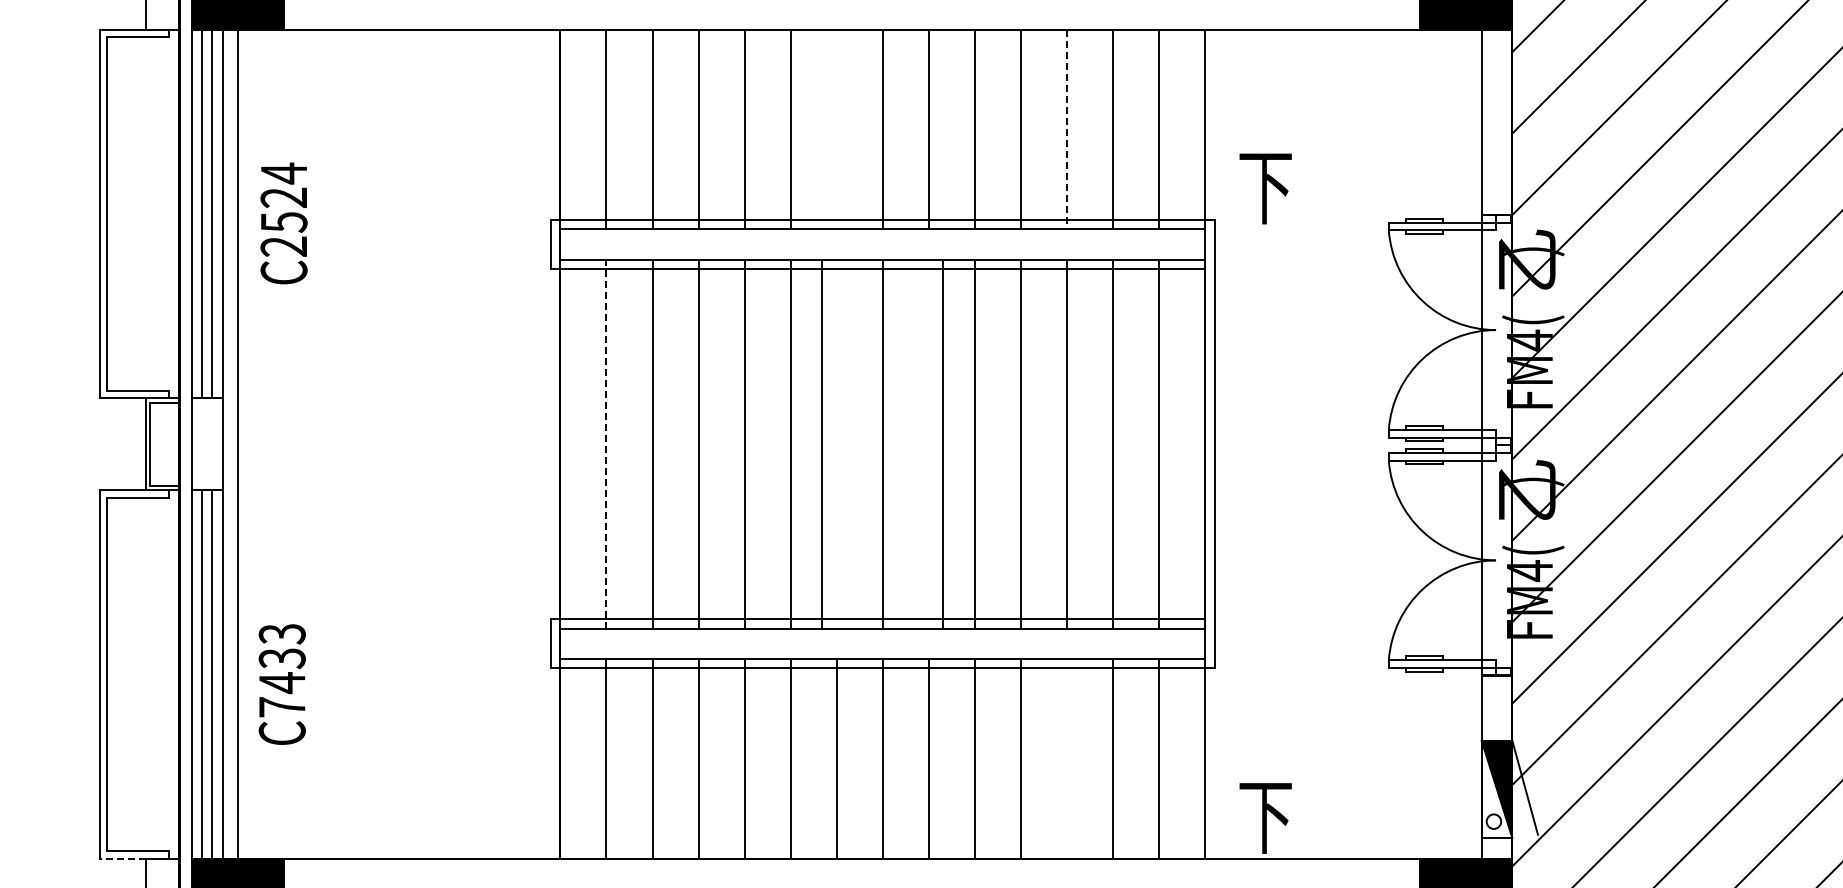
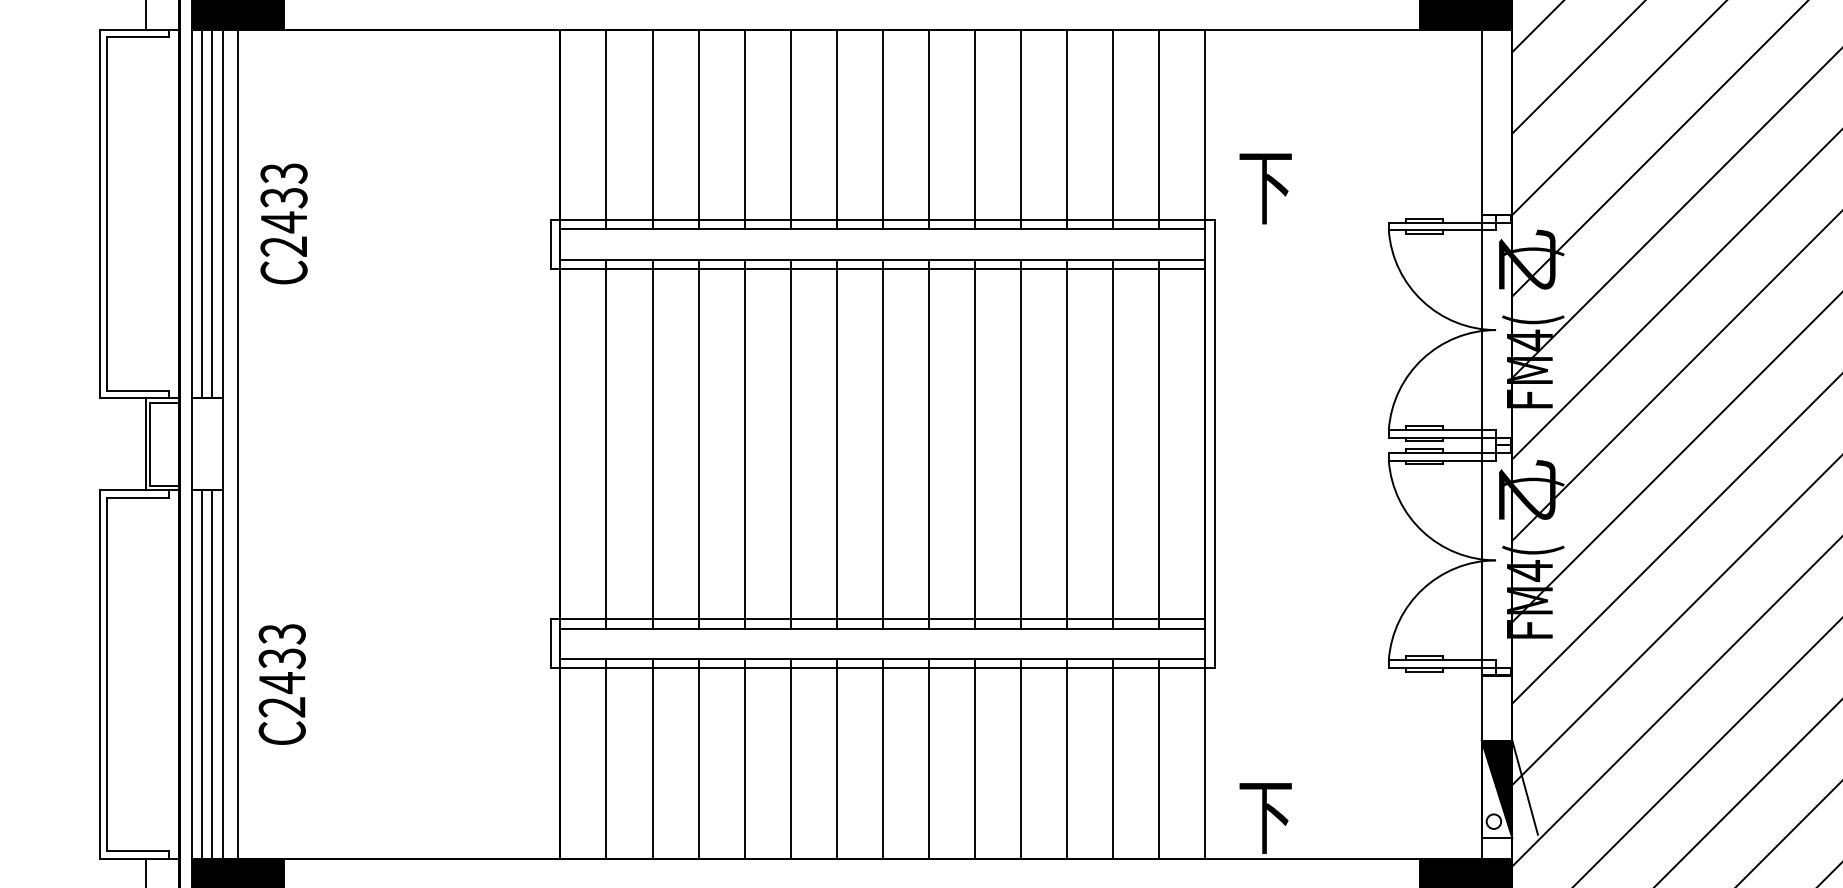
line at (836, 129): none -> present
line at (1067, 129): dashed -> solid
text at (283, 197): C2524 -> C2433
line at (606, 443): dashed -> solid
line at (821, 444) position: (821, 444) -> (836, 444)
line at (942, 444) position: (942, 444) -> (928, 444)
text at (281, 707): C7433 -> C2433
line at (1067, 758): none -> present
line at (122, 858): dashed -> solid
